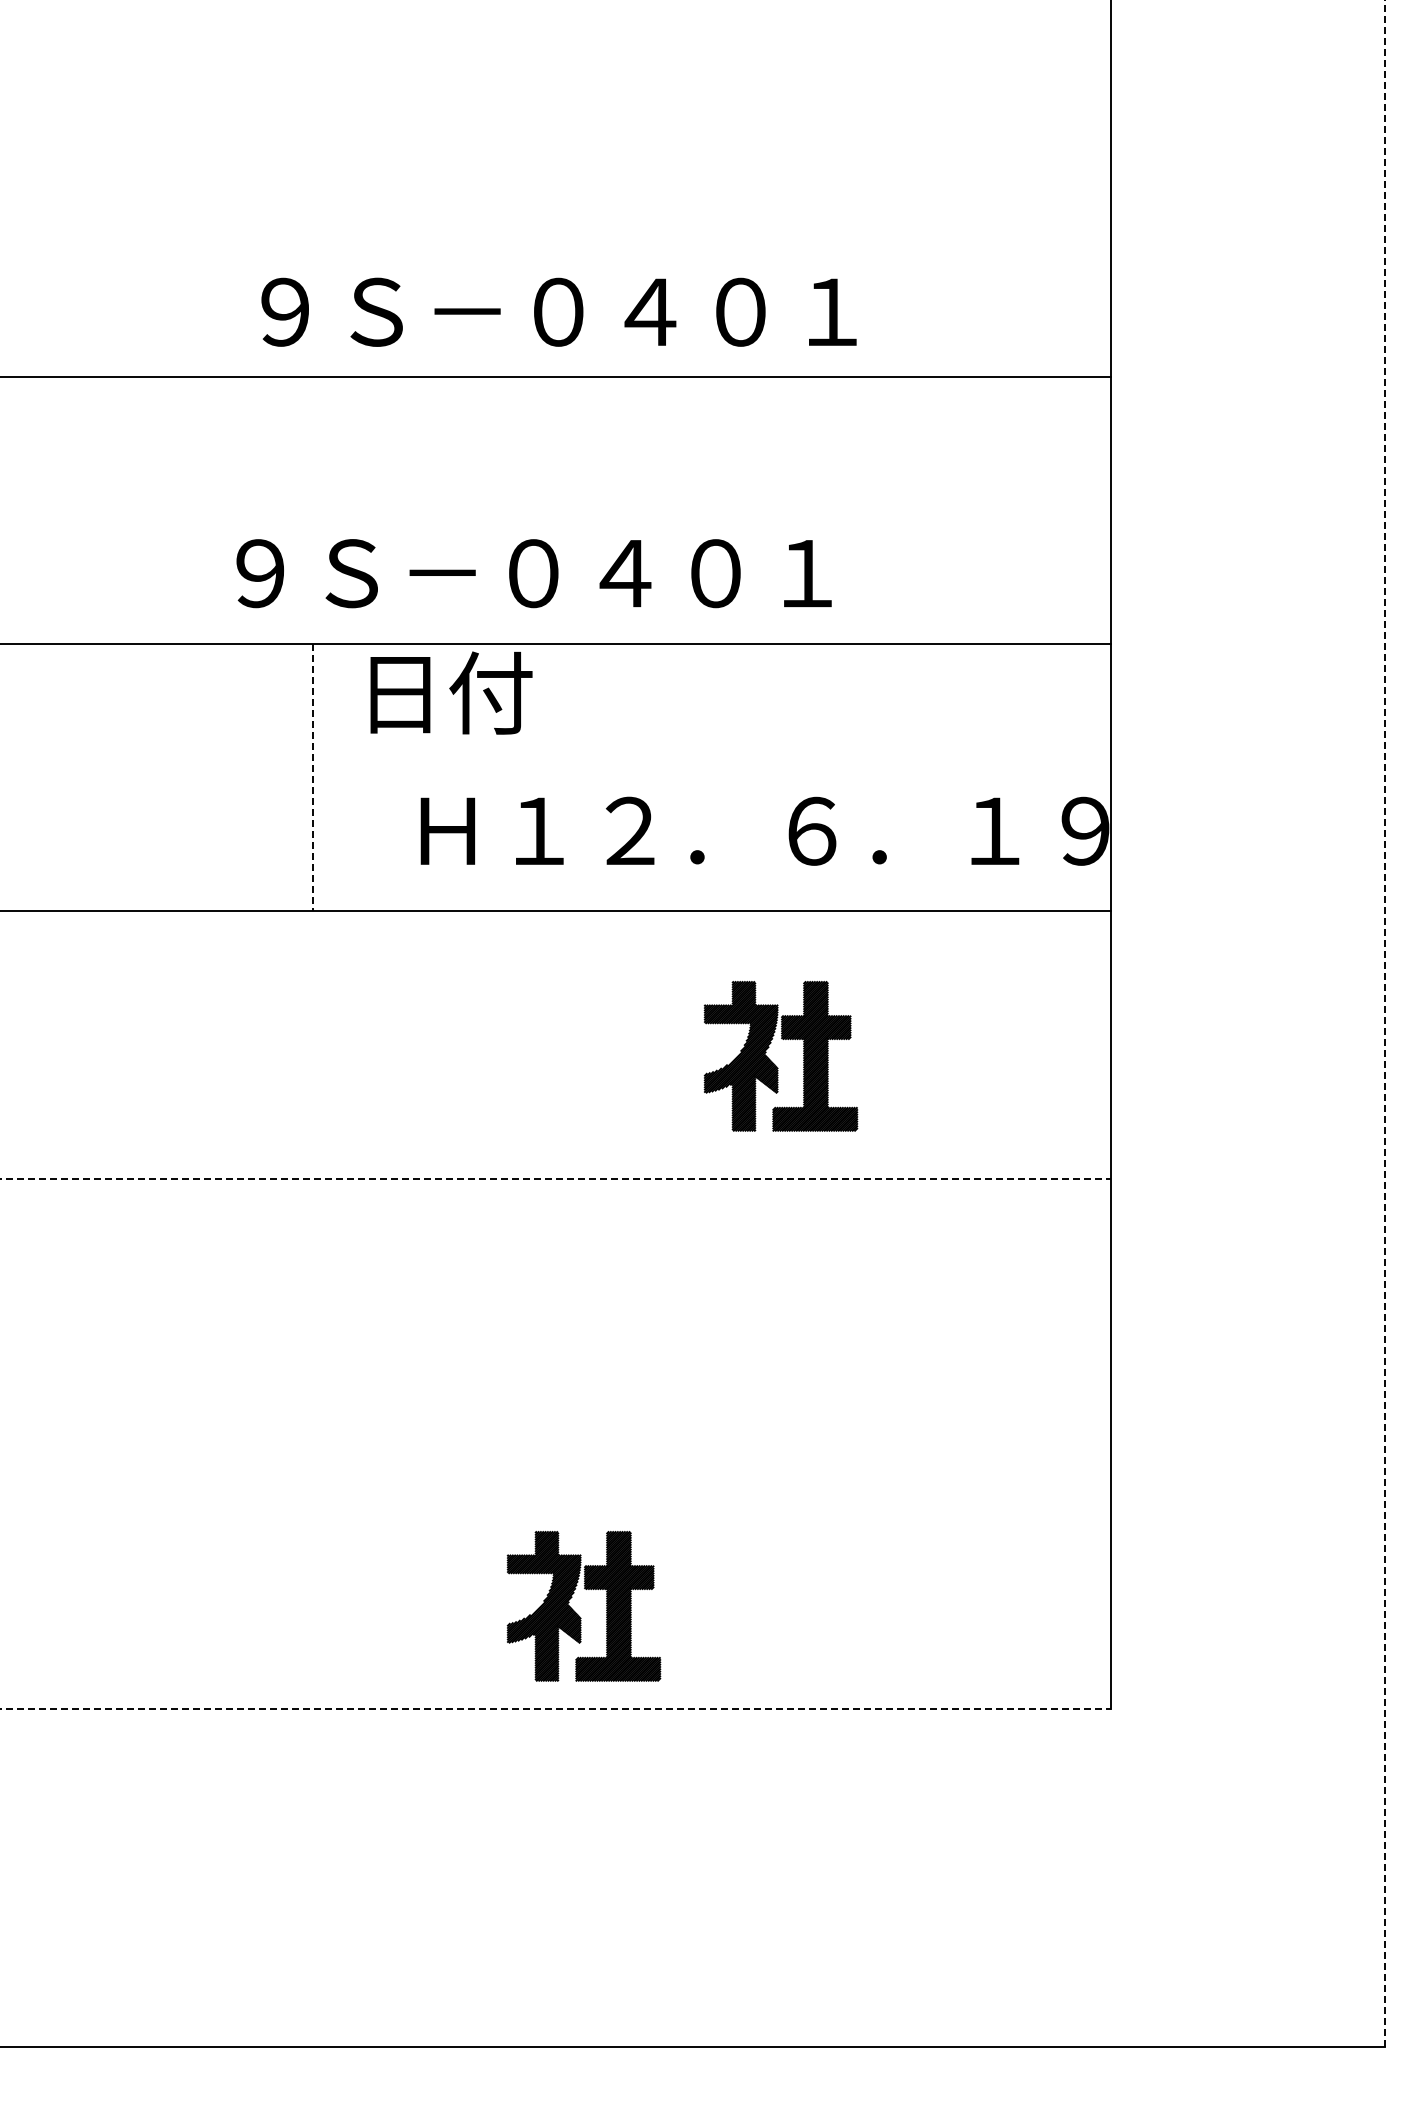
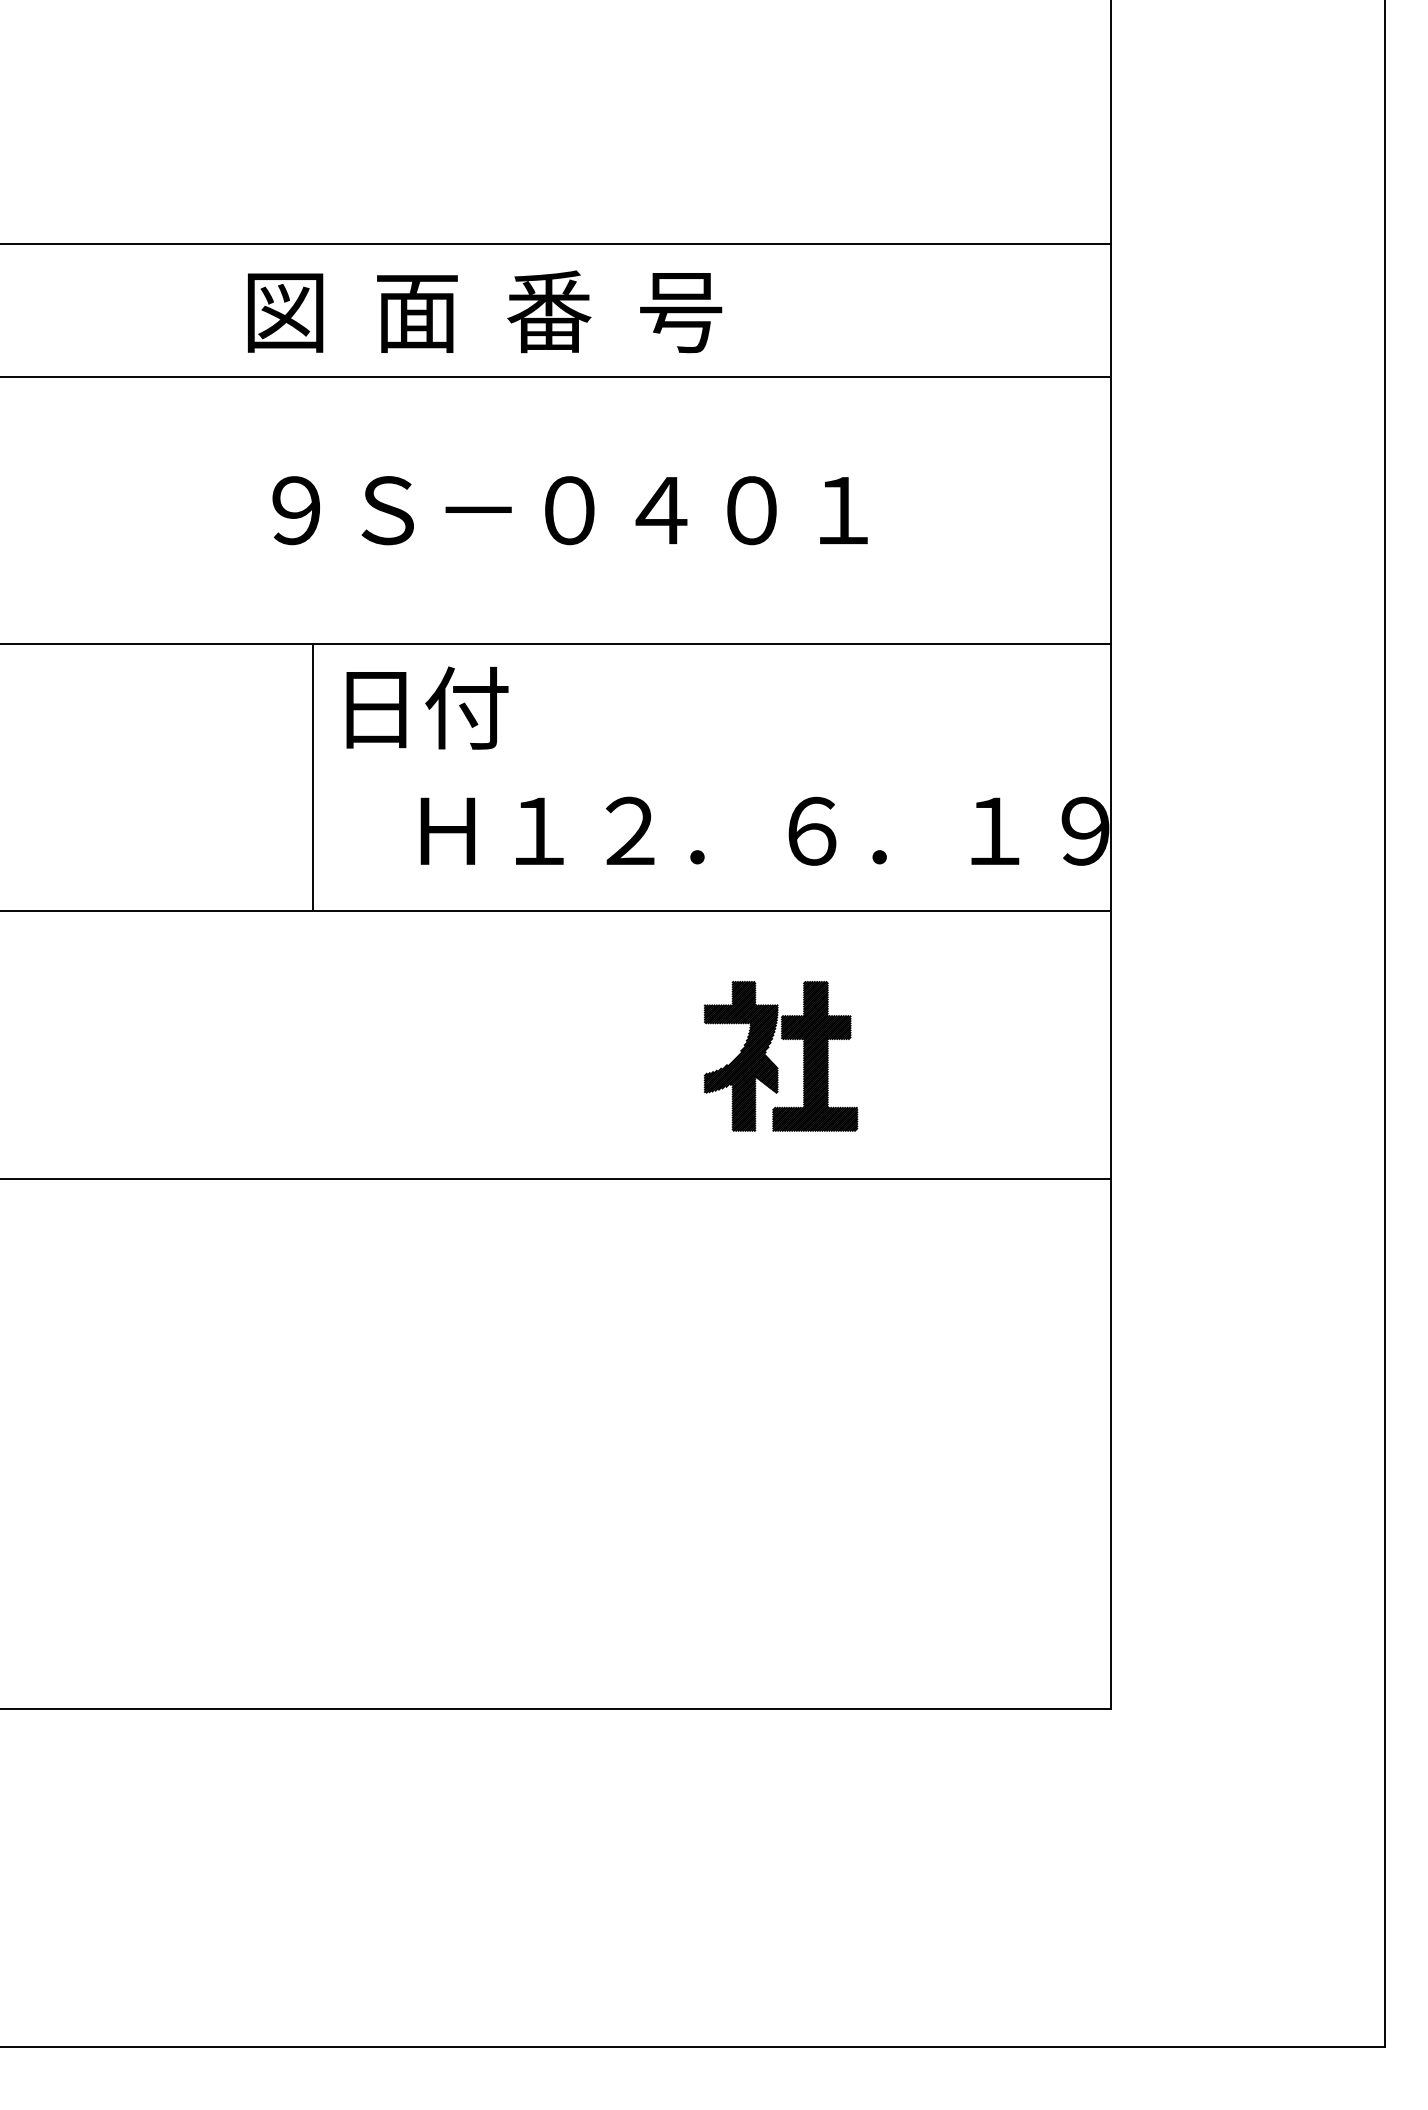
line at (556, 243): none -> present
text at (551, 311): ９Ｓ－０４０１ -> 図  面  番  号
text at (533, 573) position: (533, 573) -> (569, 510)
text at (451, 692) position: (451, 692) -> (427, 707)
line at (313, 777): dashed -> solid
line at (1385, 1023): dashed -> solid
line at (556, 1178): dashed -> solid
part at (576, 1612): present -> none
line at (556, 1709): dashed -> solid
